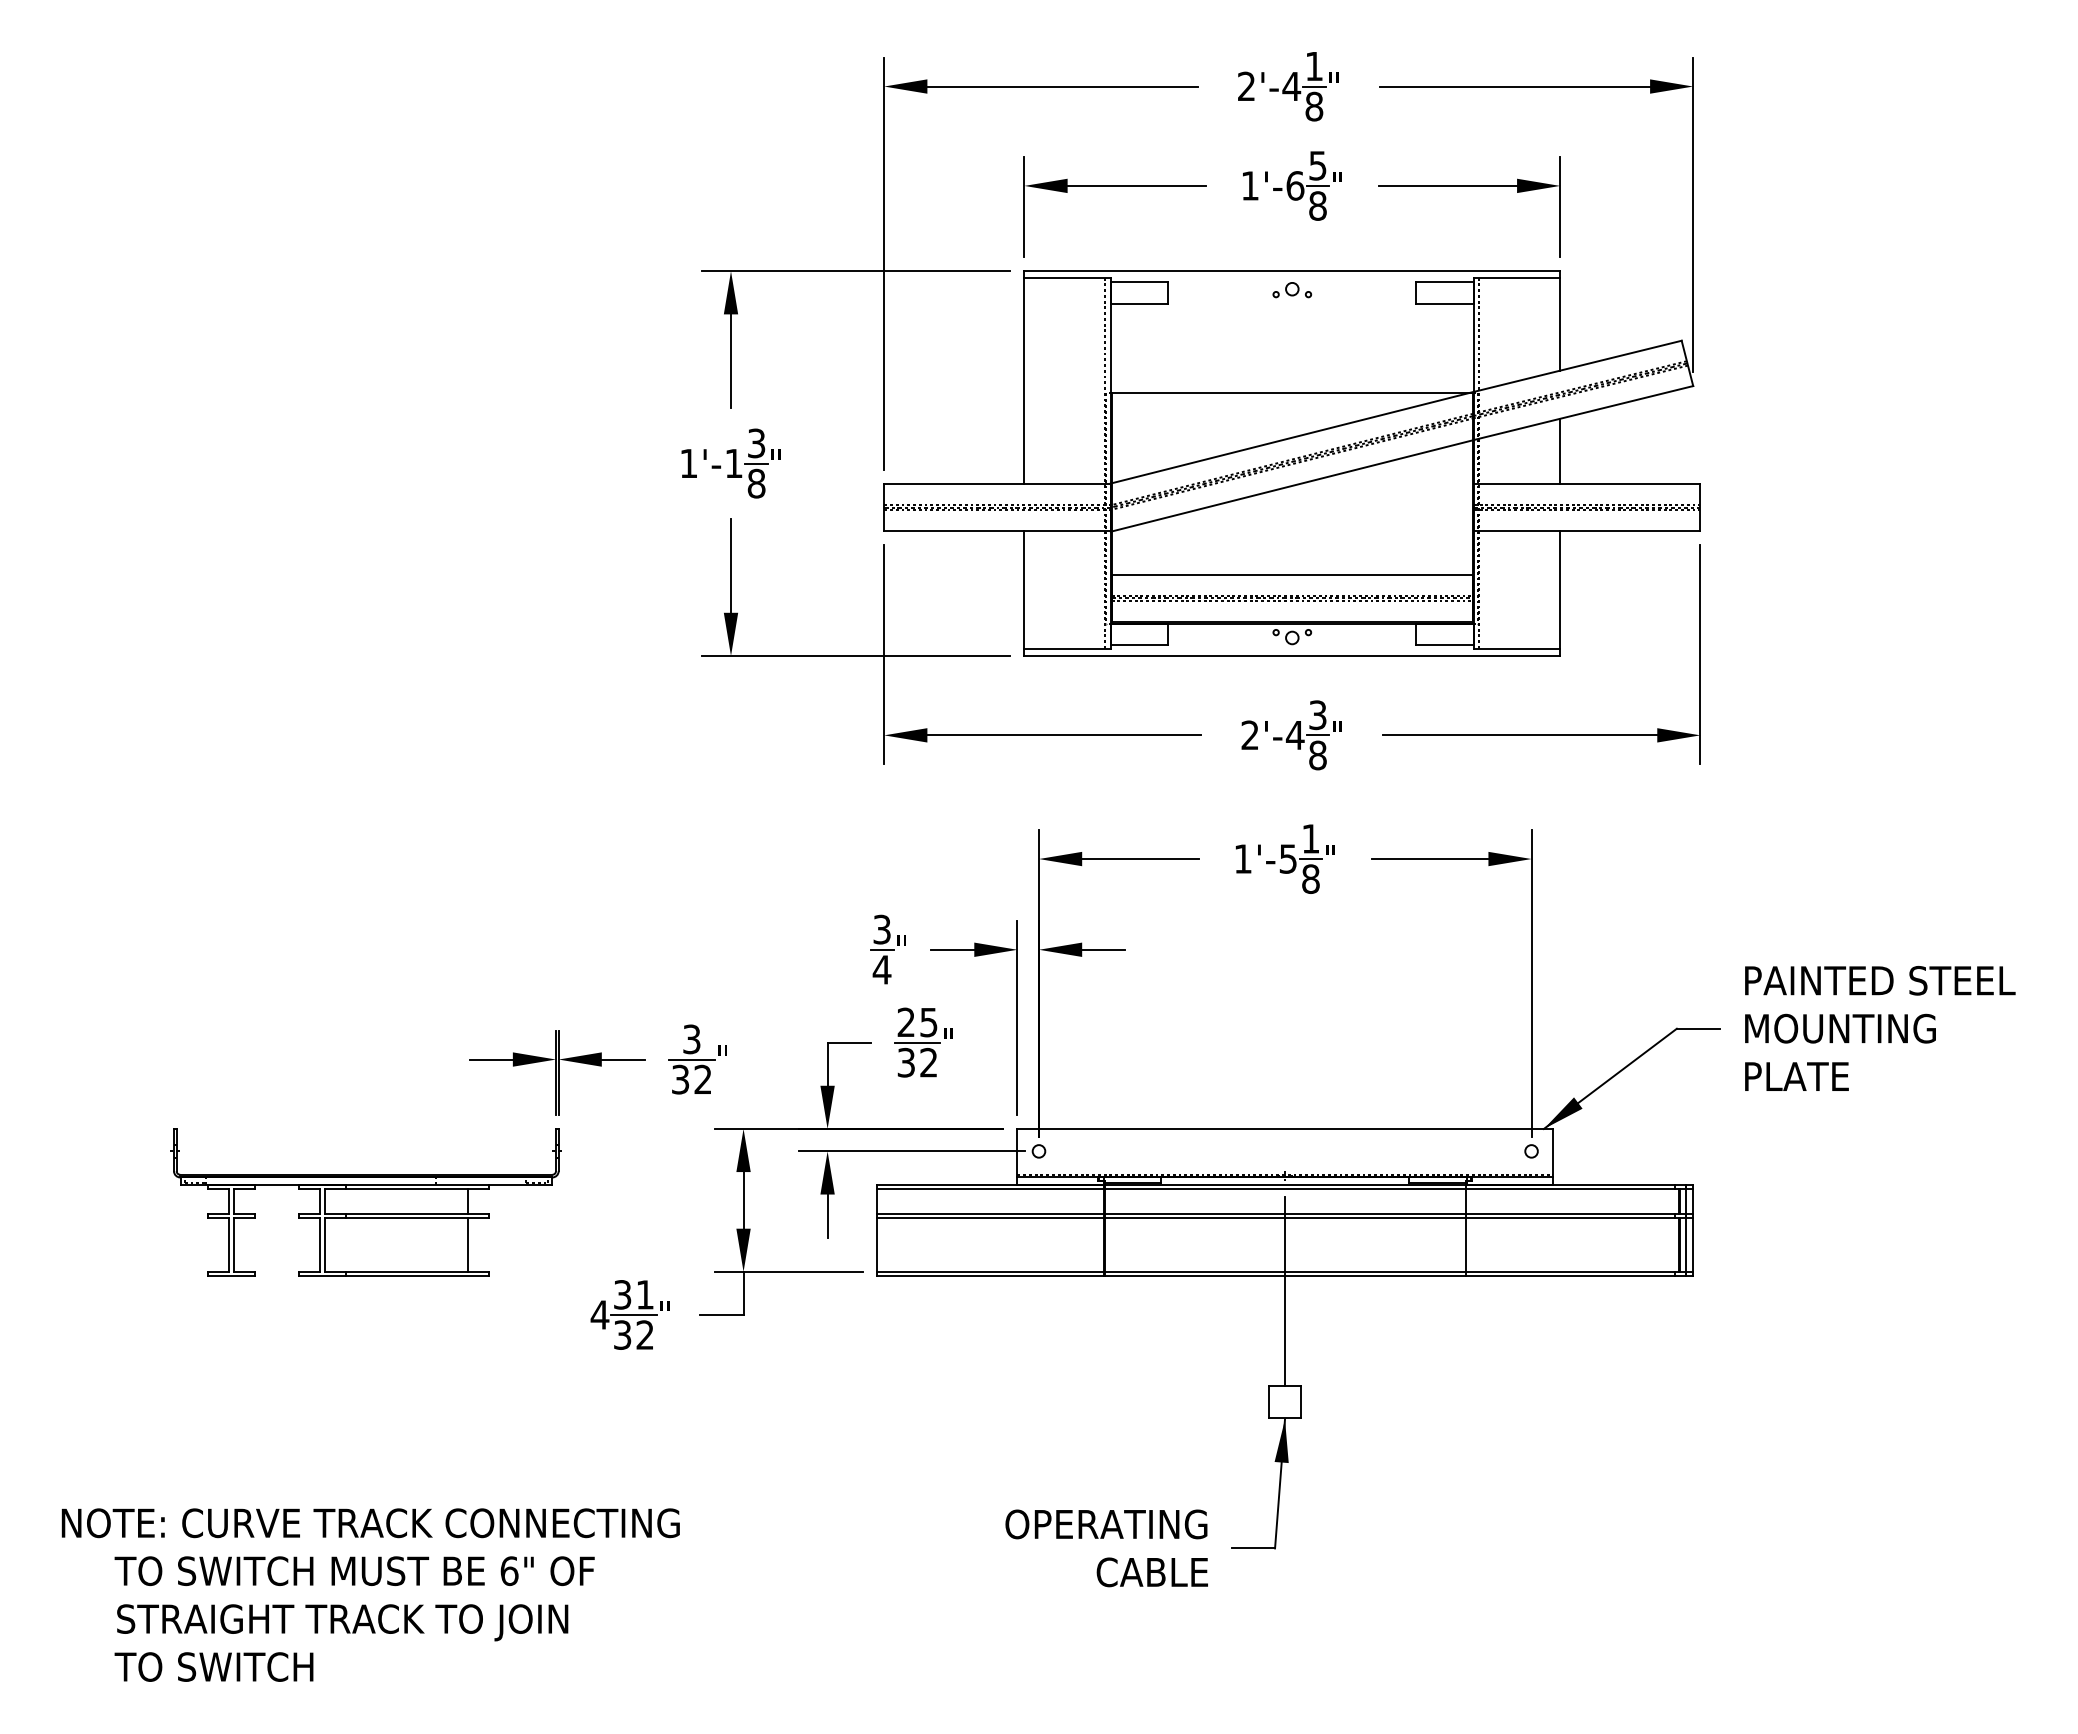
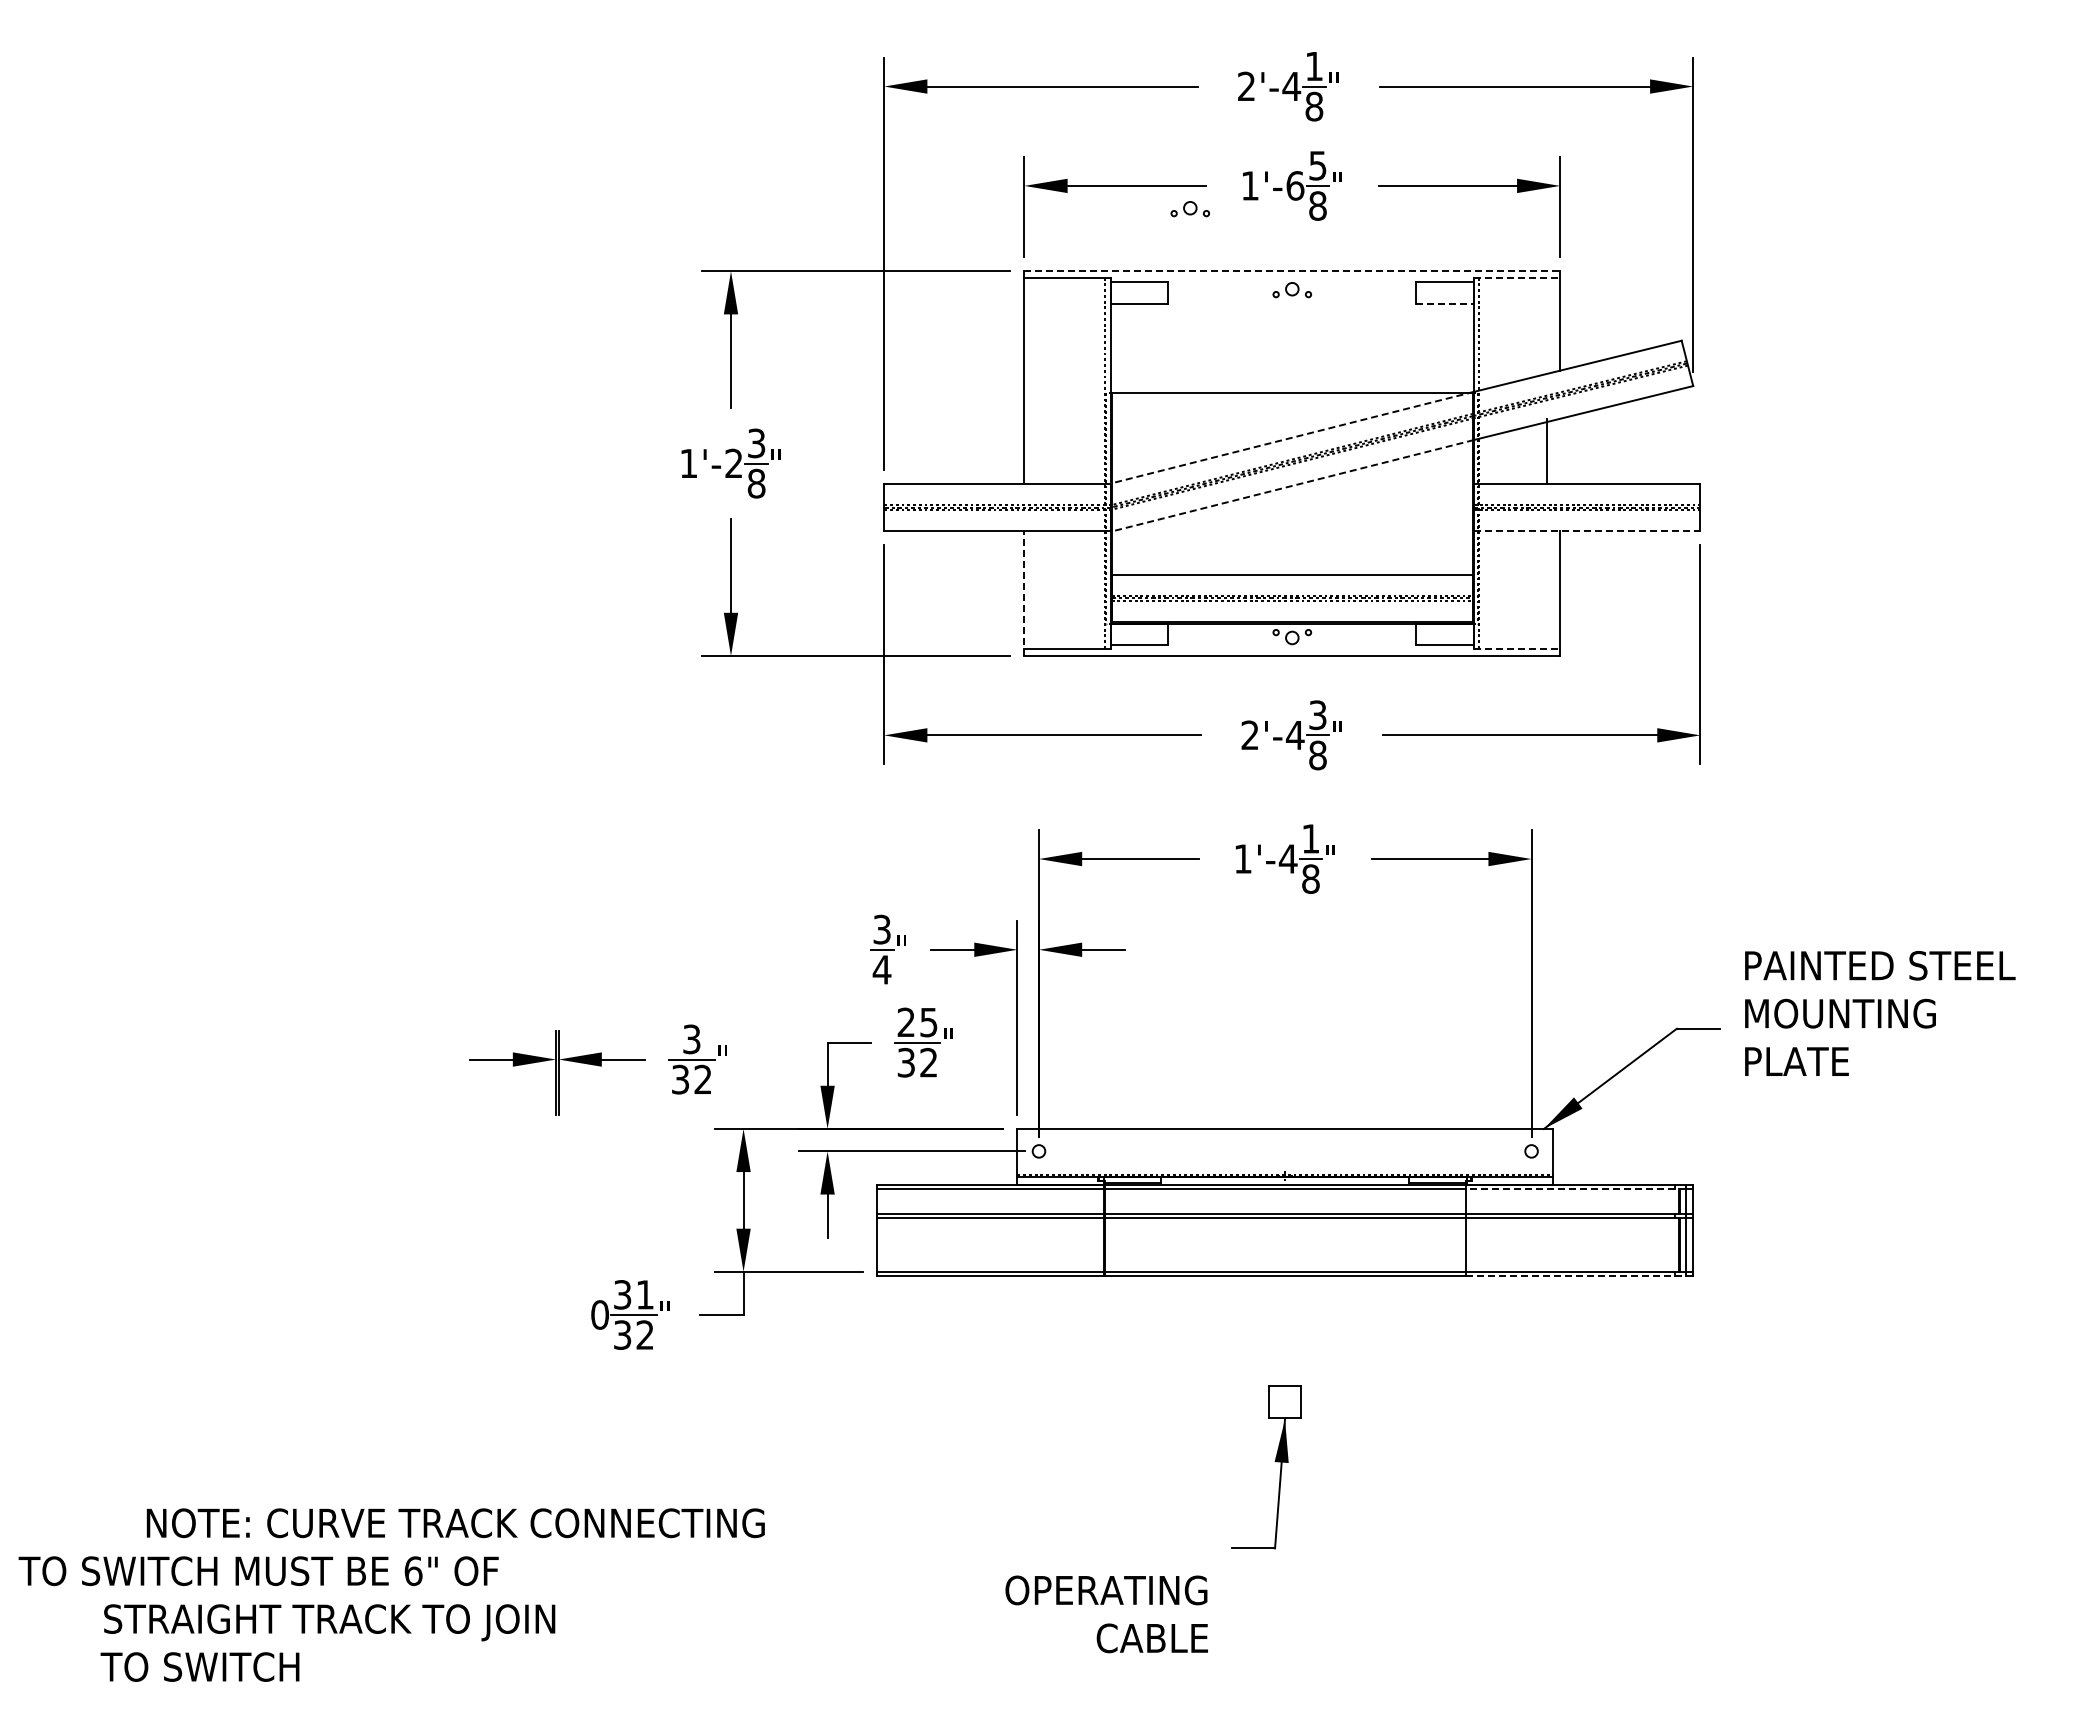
part at (1190, 209): none -> present
line at (1292, 271): solid -> dashed
line at (1517, 278): solid -> dashed
line at (1445, 303): solid -> dashed
line at (1291, 437): solid -> dashed
line at (1560, 451) position: (1560, 451) -> (1547, 451)
text at (733, 462): 1'-1 -> 1'-2
line at (1291, 486): solid -> dashed
line at (1587, 531): solid -> dashed
line at (1024, 592): solid -> dashed
line at (1517, 648): solid -> dashed
text at (1287, 858): 1'-5 -> 1'-4
text at (1880, 1028) position: (1880, 1028) -> (1880, 1013)
line at (1575, 1189): solid -> dashed
part at (365, 1202): present -> none
line at (1576, 1276): solid -> dashed
line at (1285, 1291): present -> none
text at (599, 1314): 4 -> 0
text at (370, 1523) position: (370, 1523) -> (455, 1523)
text at (1106, 1548) position: (1106, 1548) -> (1106, 1614)
text at (354, 1570) position: (354, 1570) -> (258, 1570)
text at (342, 1622) position: (342, 1622) -> (329, 1622)
text at (213, 1666) position: (213, 1666) -> (199, 1666)
